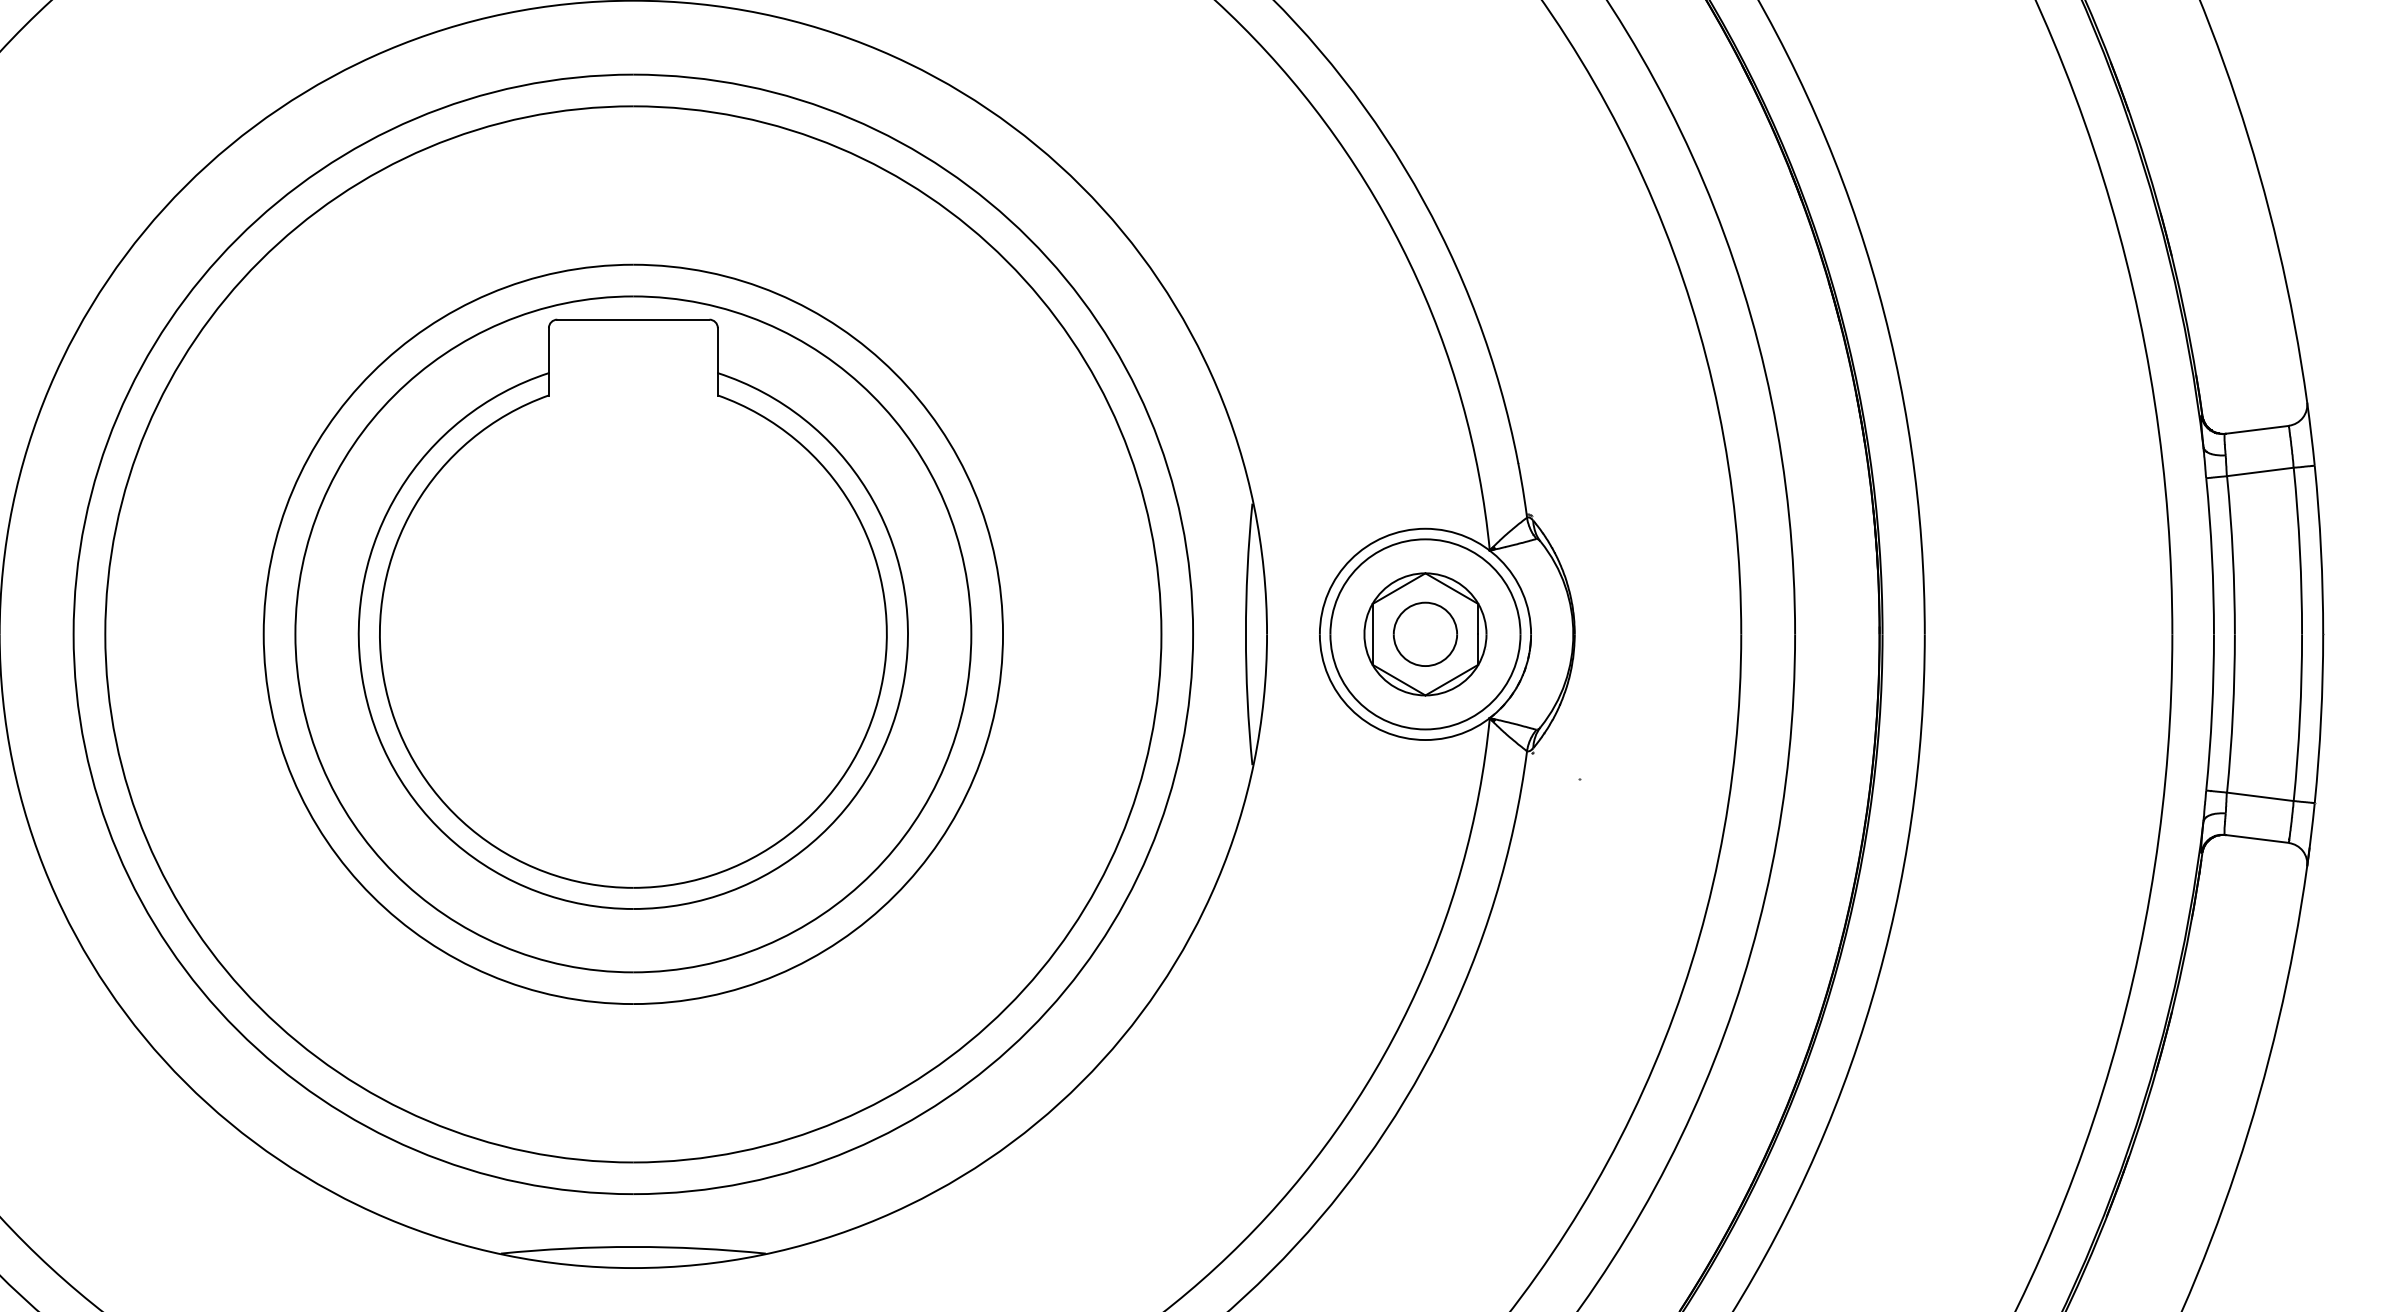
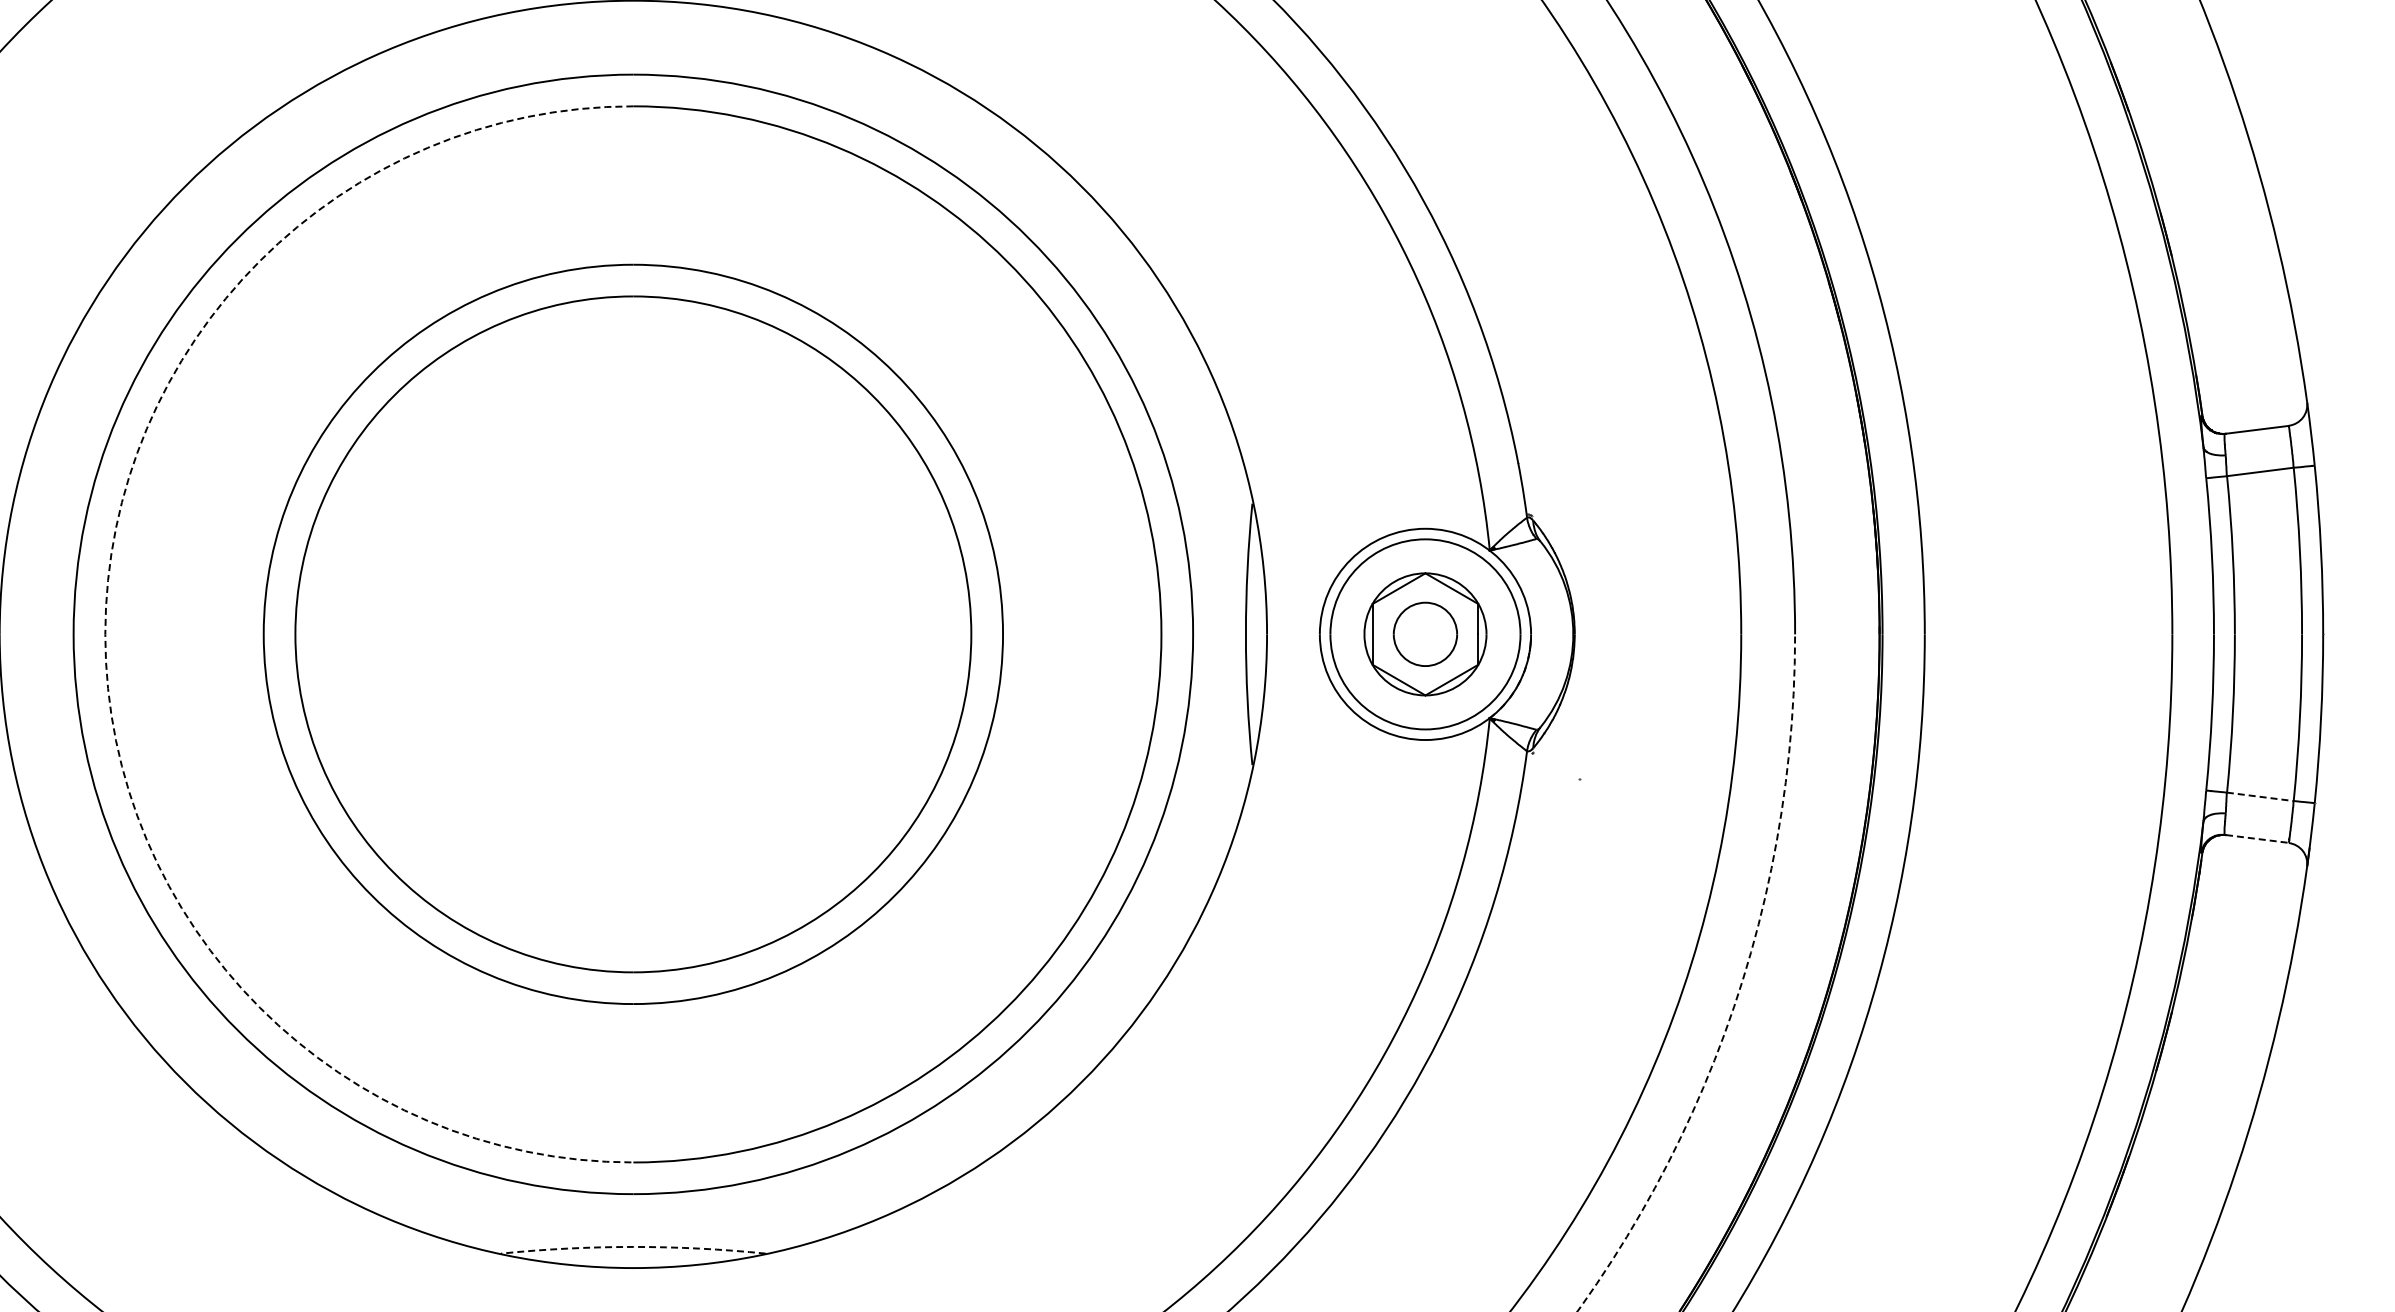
part at (632, 613): present -> none
arc at (105, 634): solid -> dashed
line at (2260, 796): solid -> dashed
line at (2257, 838): solid -> dashed
arc at (1738, 992): solid -> dashed
arc at (633, 1246): solid -> dashed
